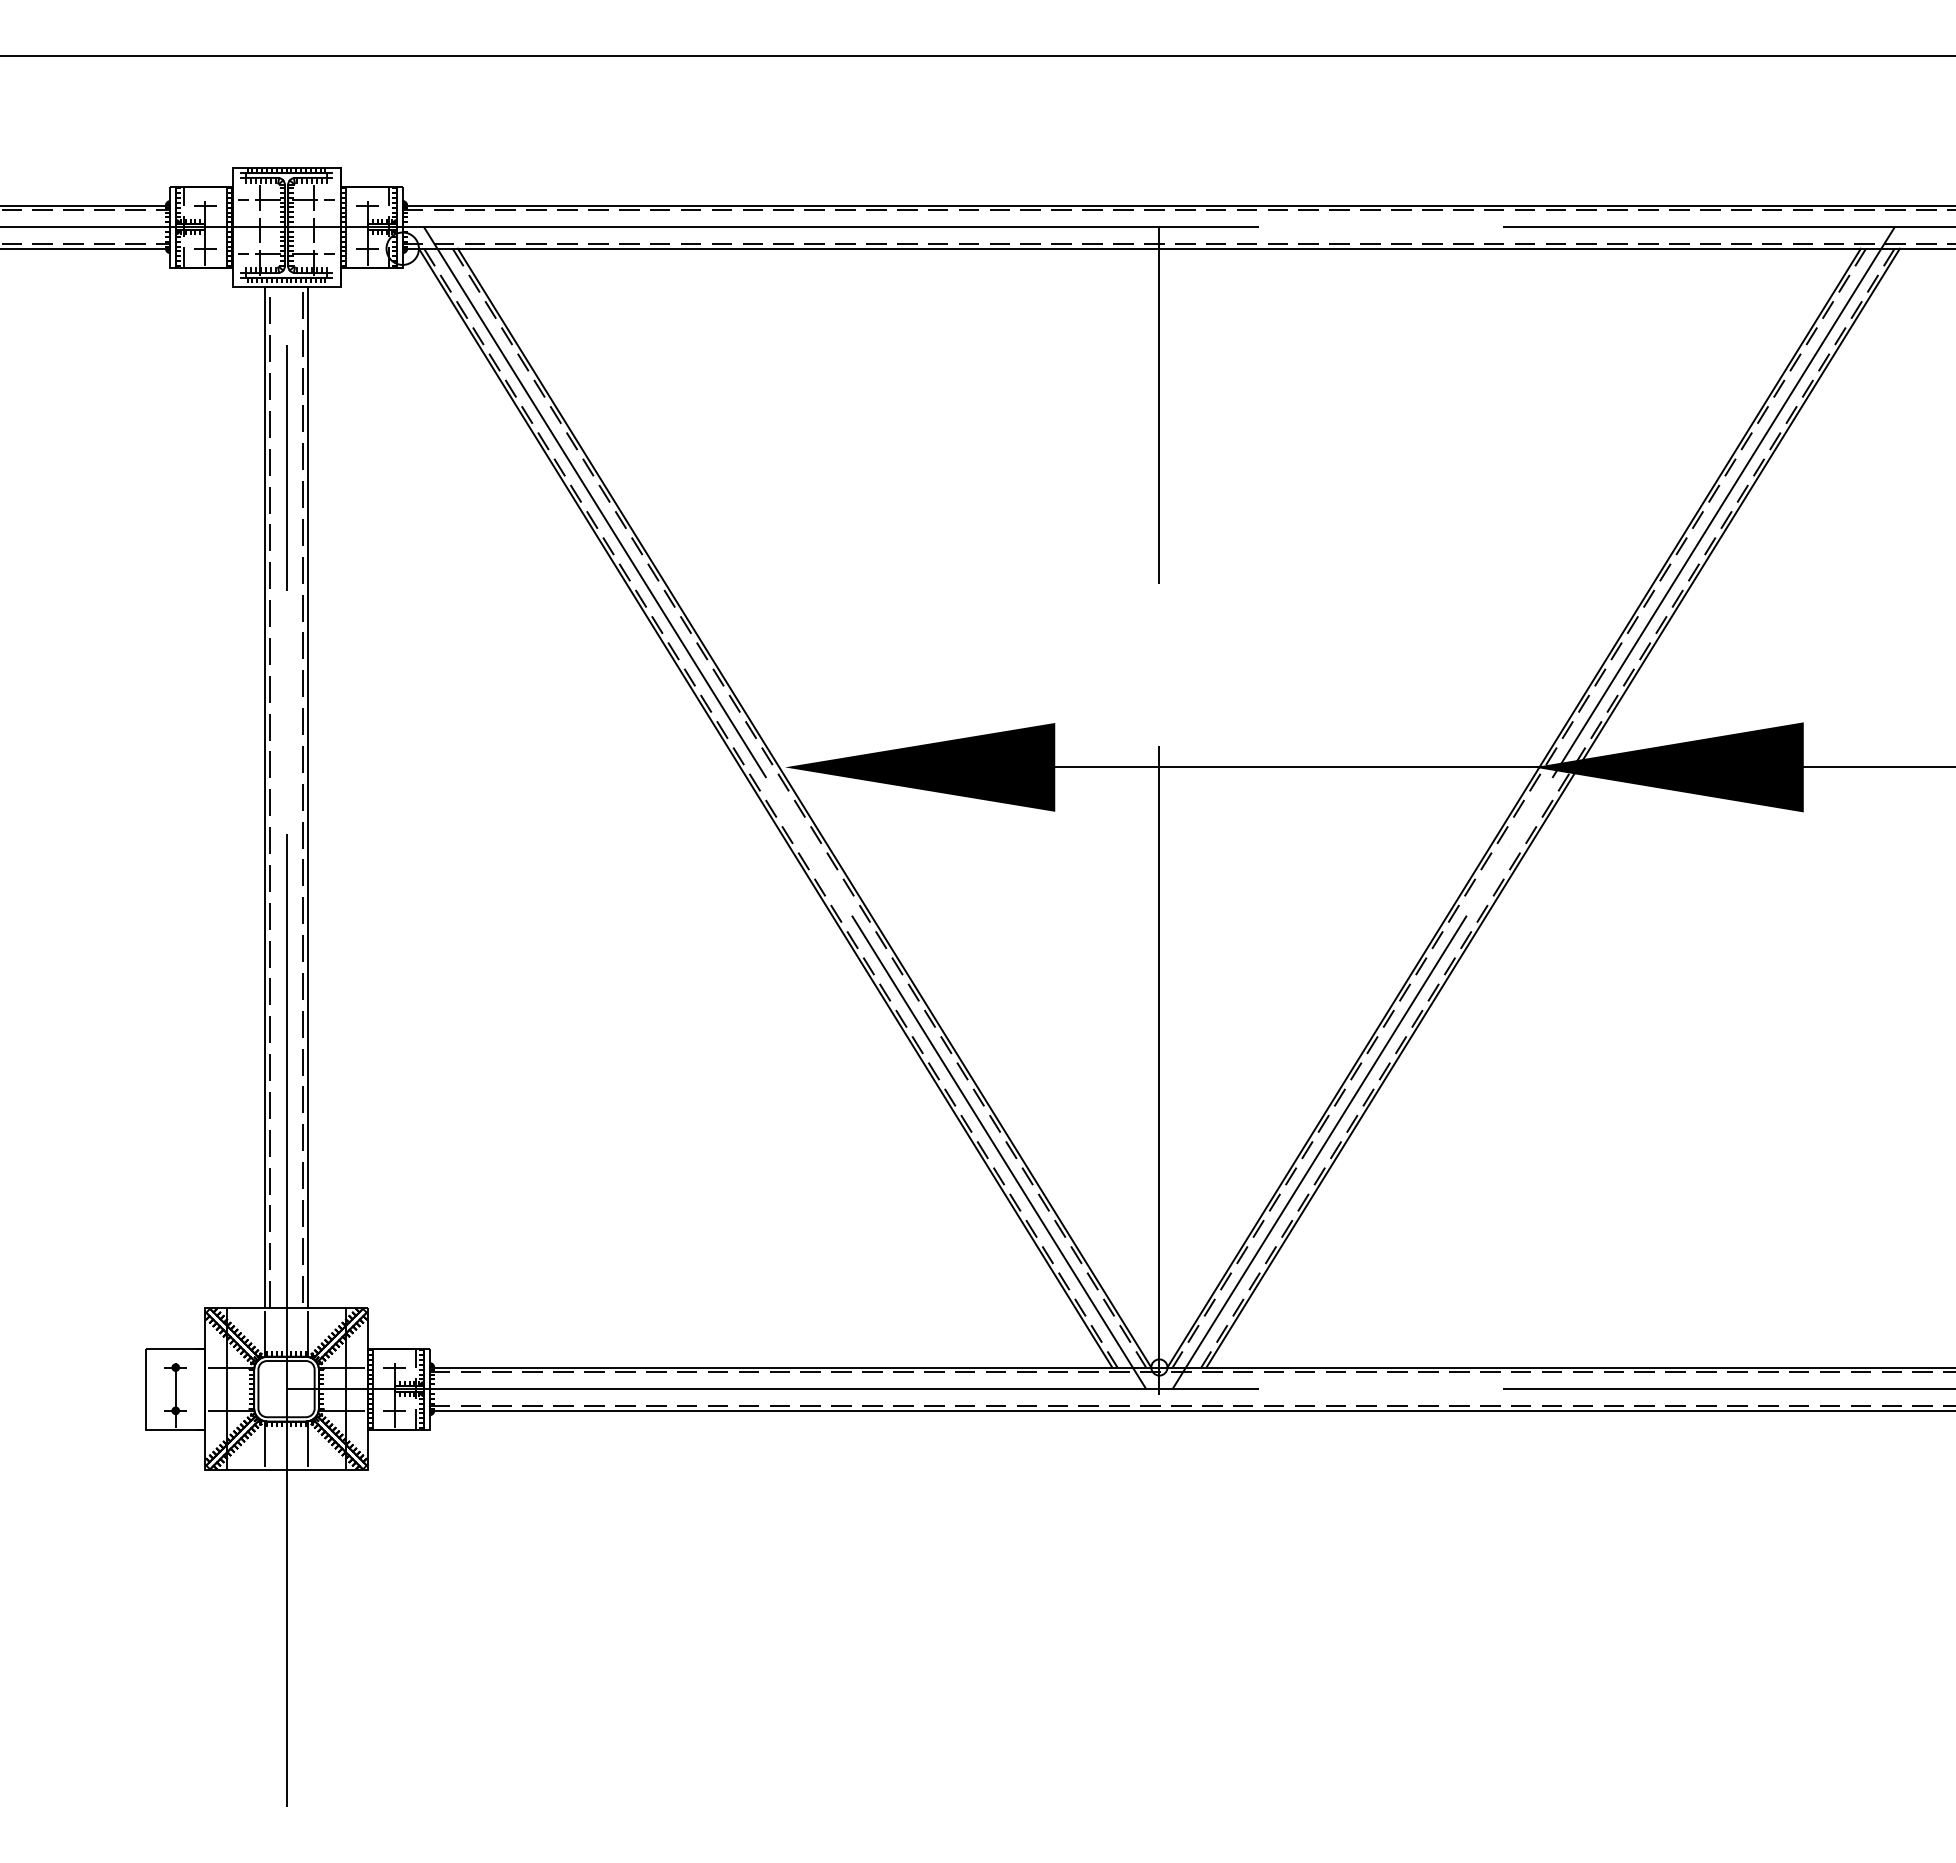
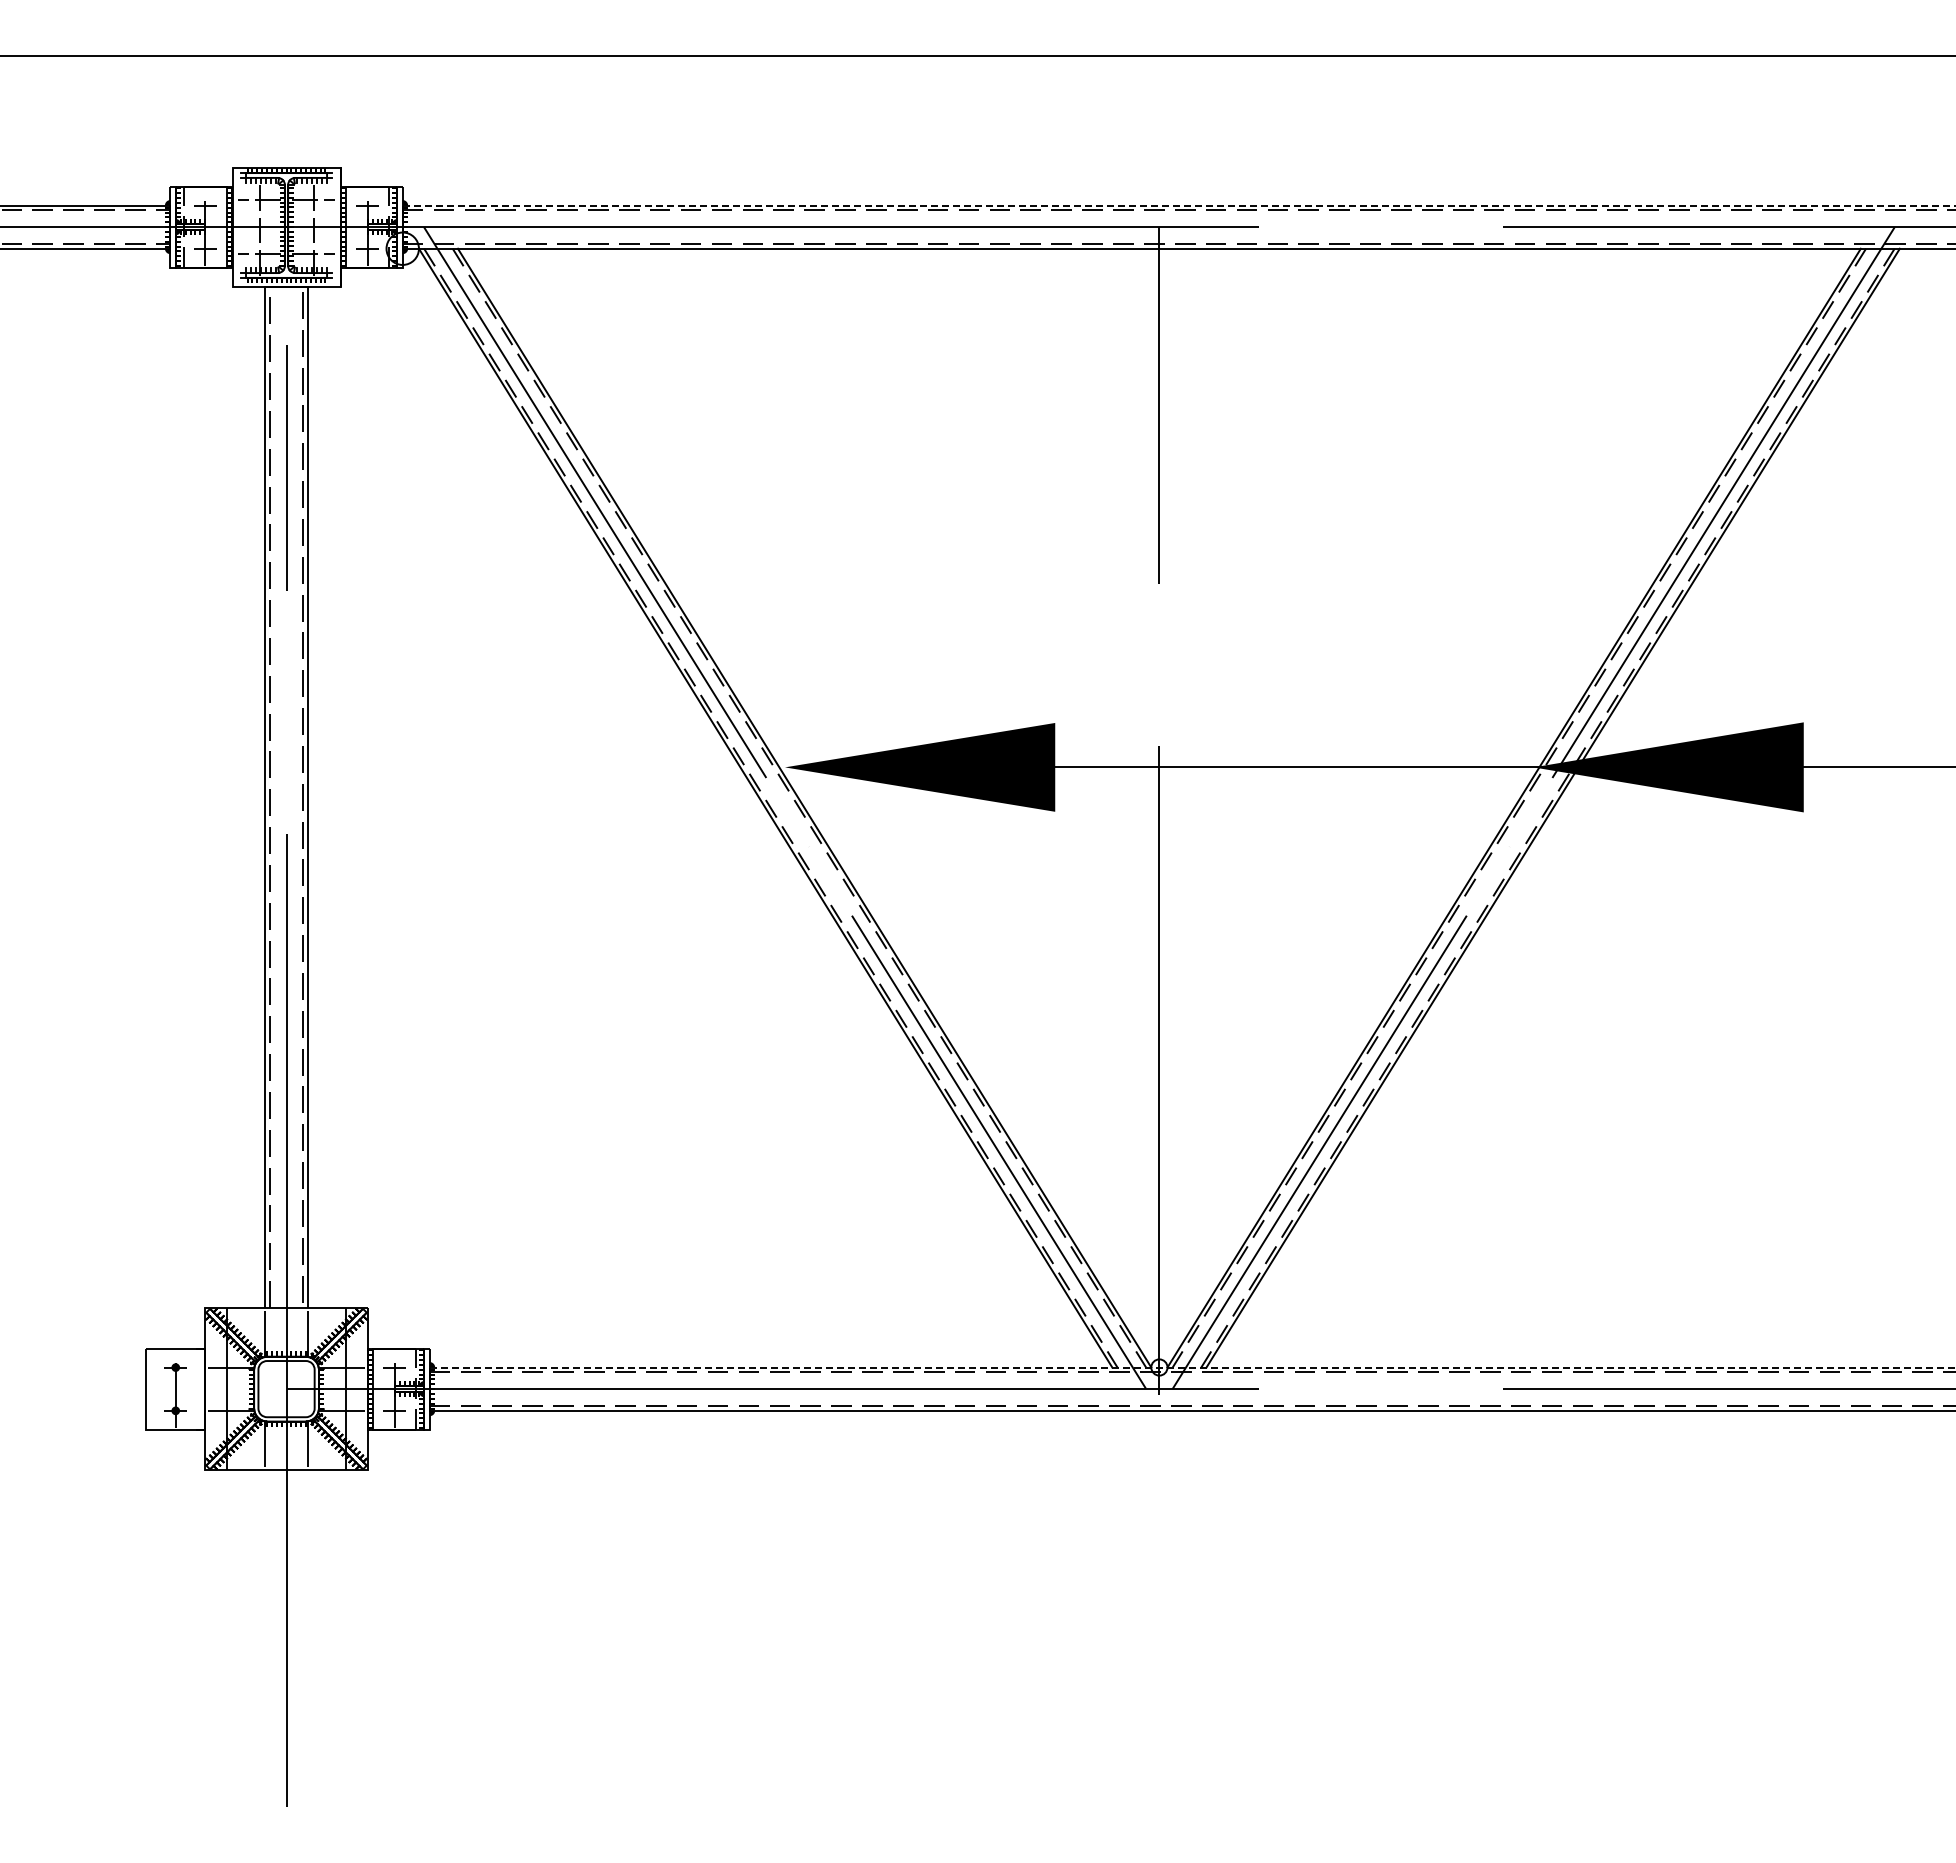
line at (1179, 205): solid -> dashed
line at (1192, 1367): solid -> dashed
